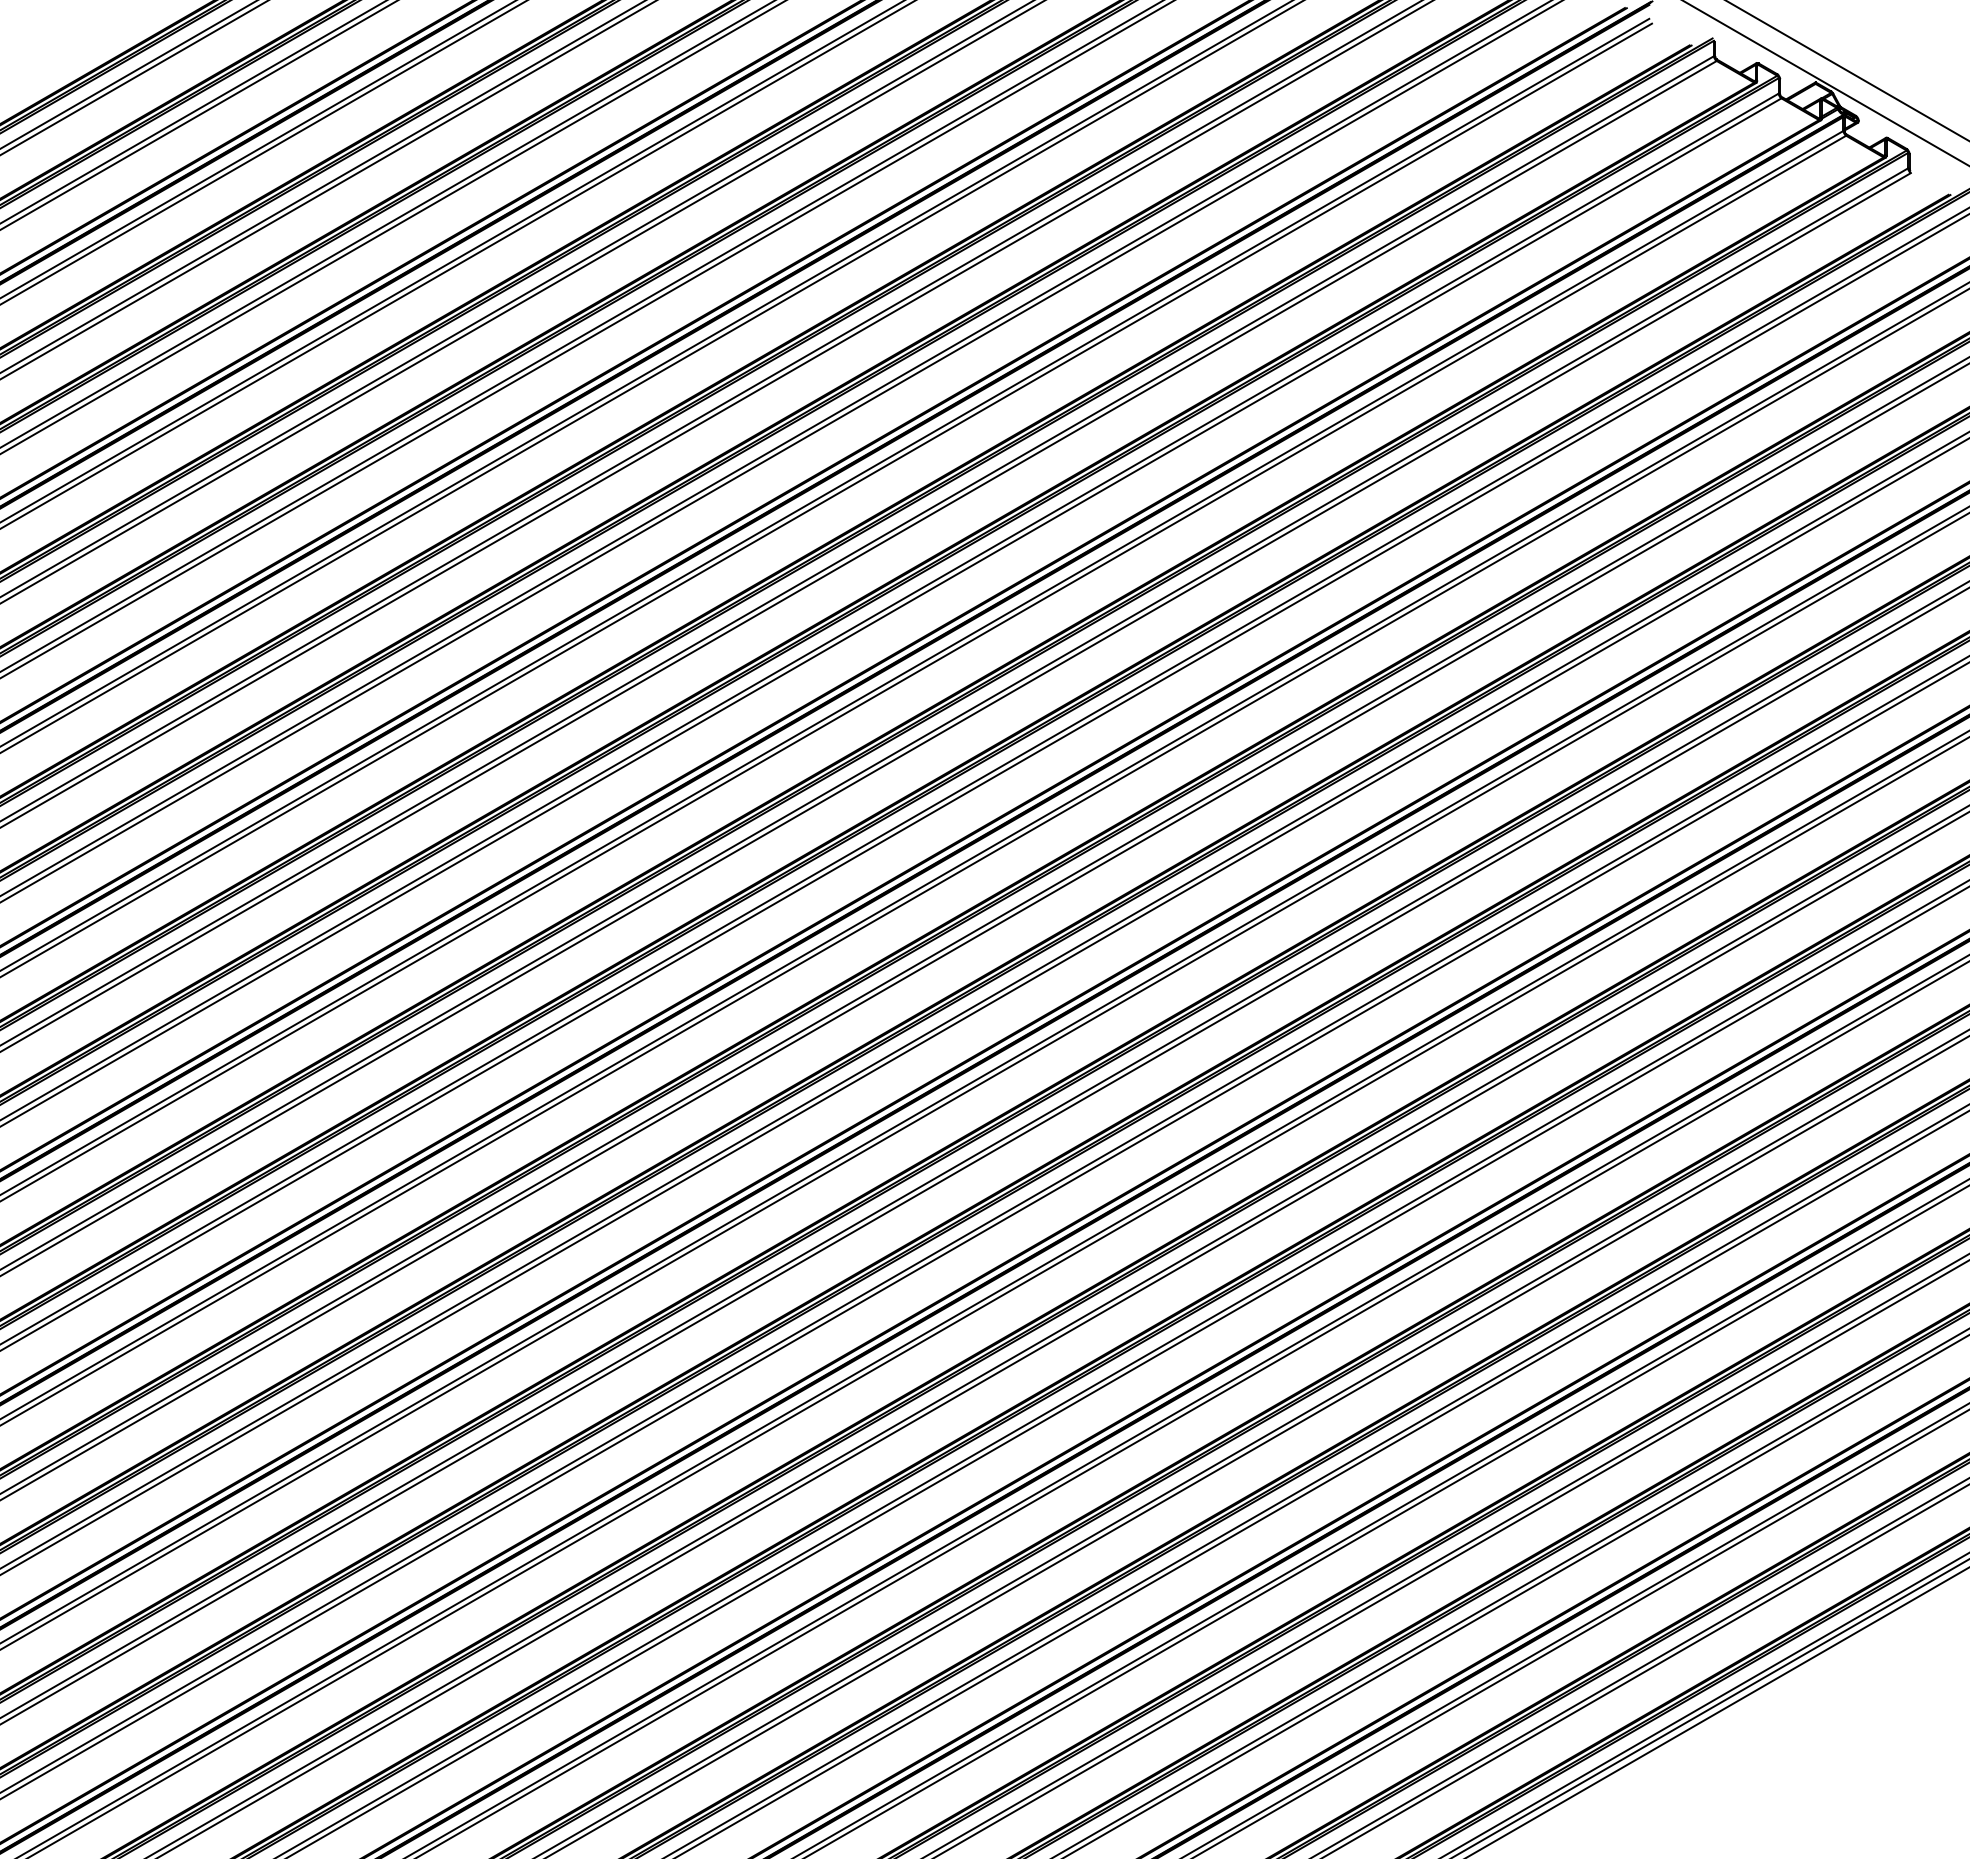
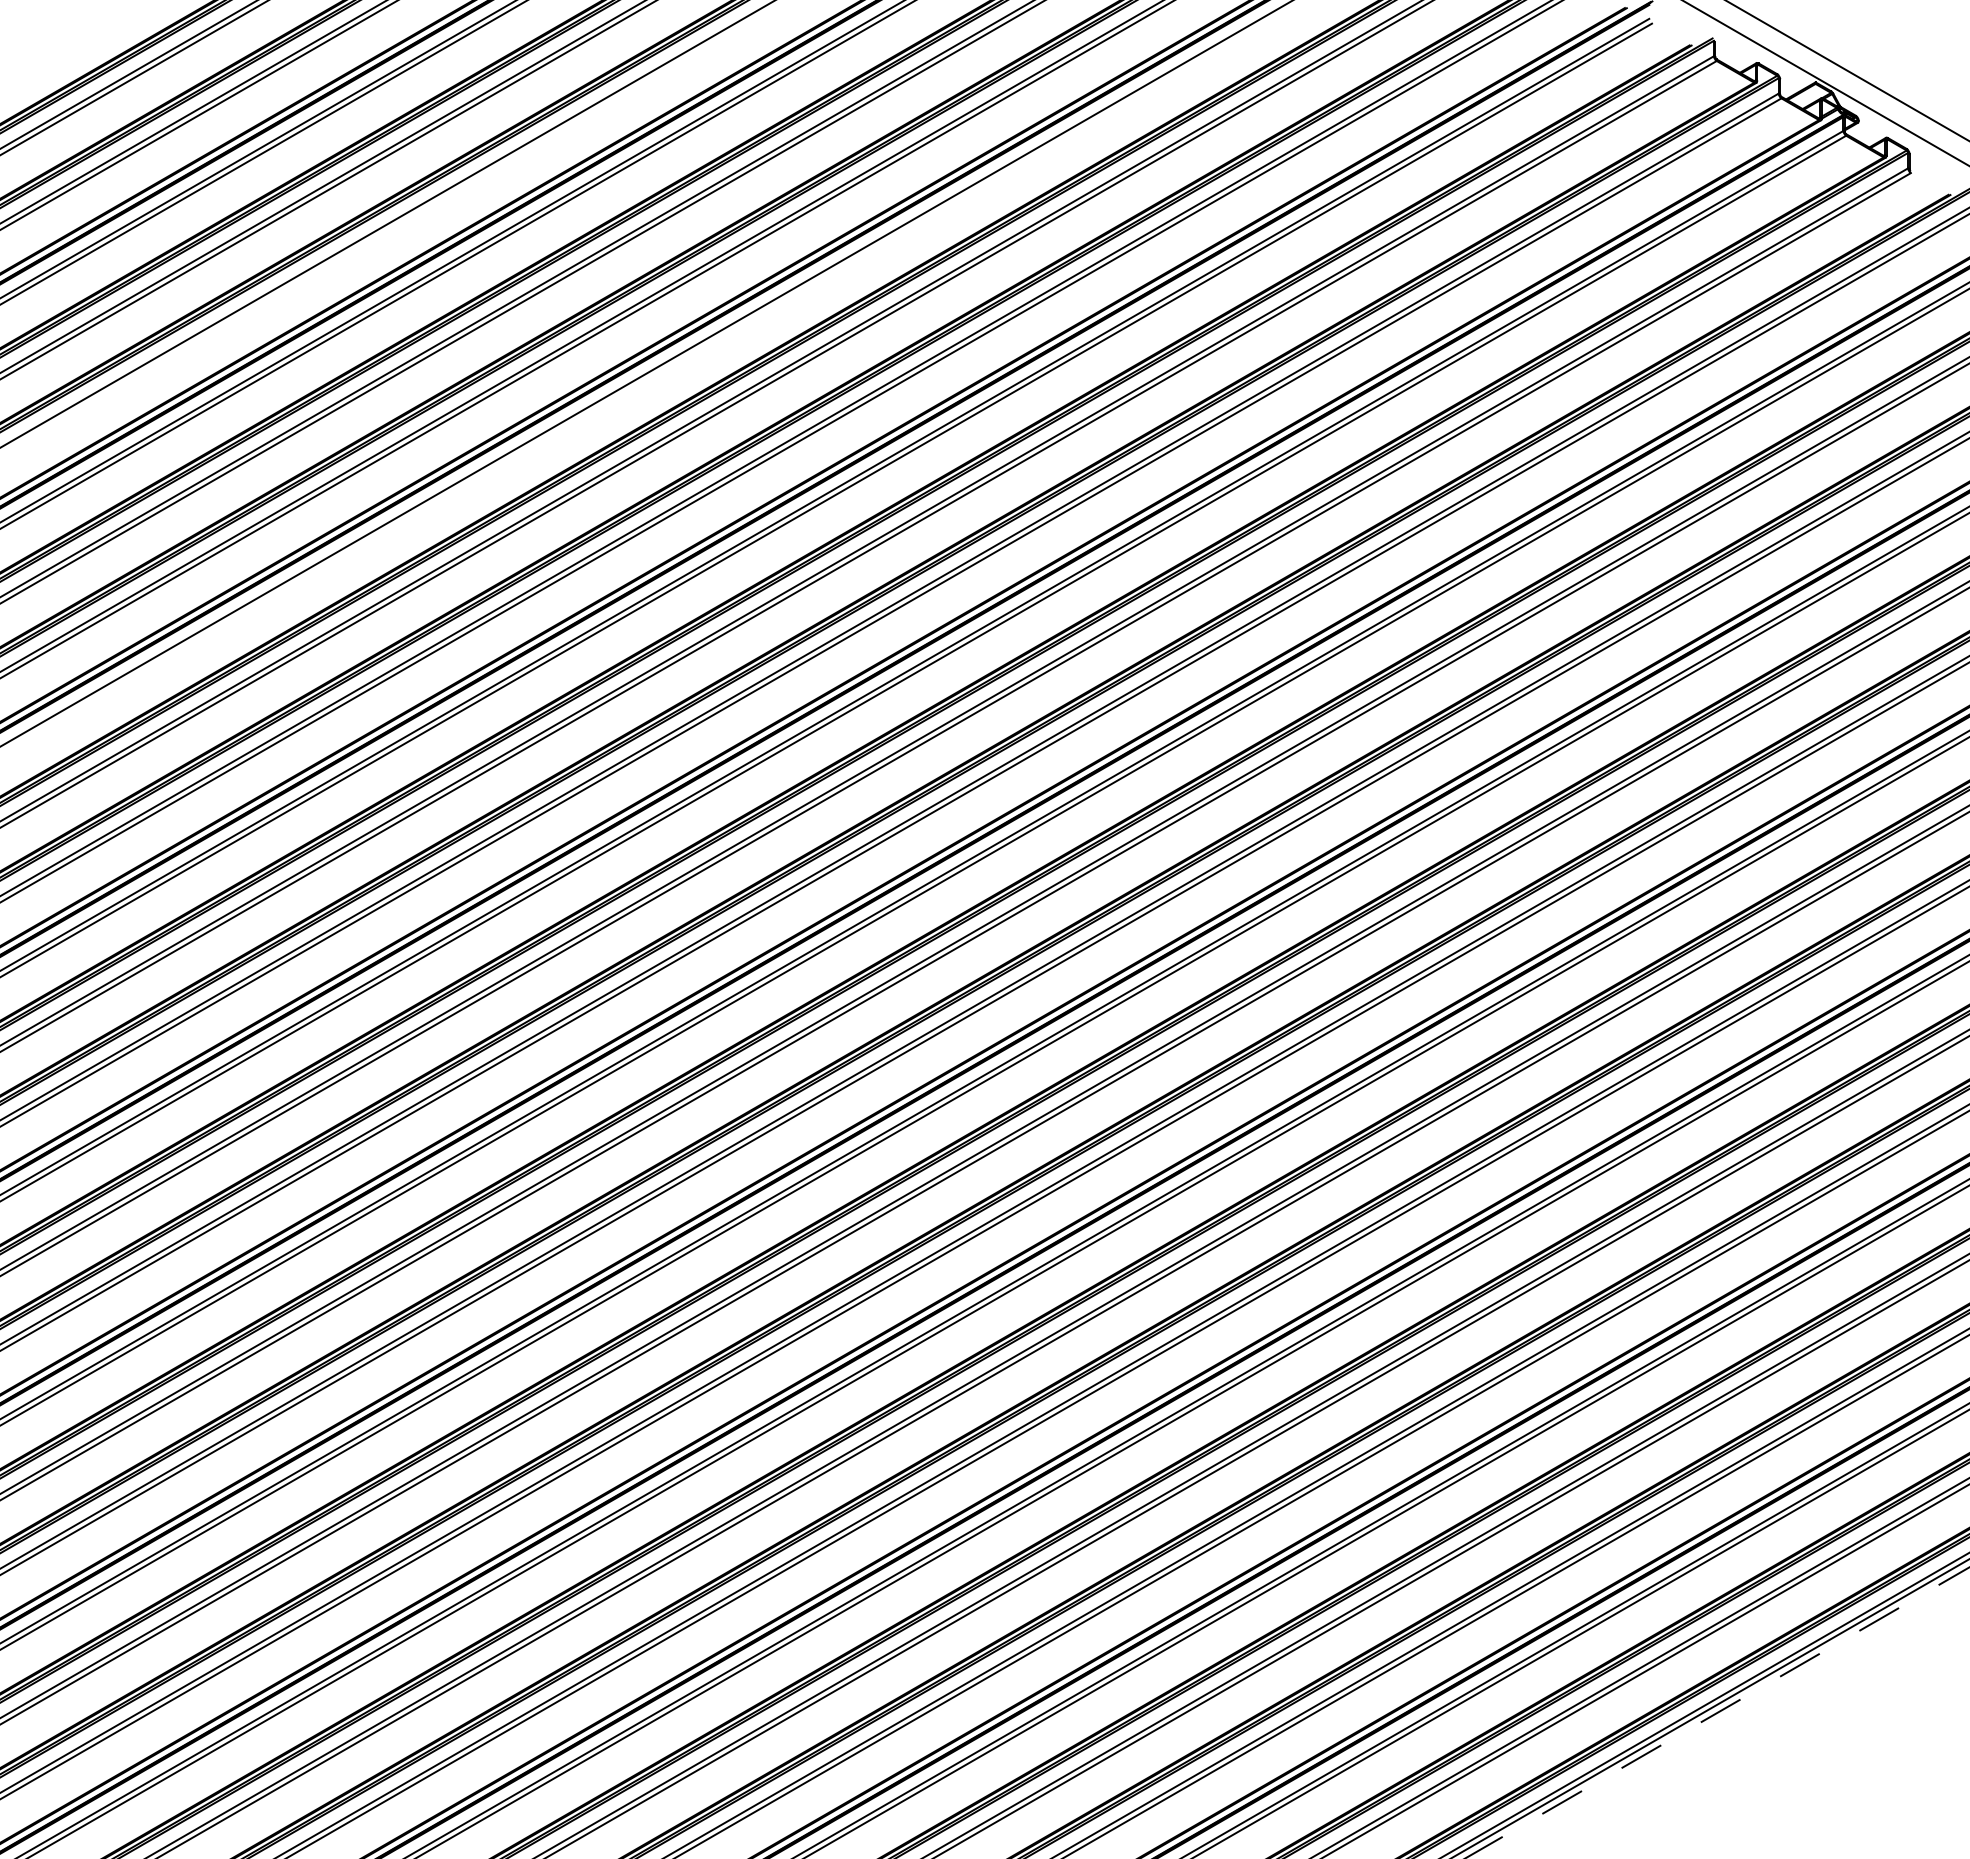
line at (392, 227): present -> none
line at (651, 376): present -> none
line at (1717, 1712): solid -> dashed
